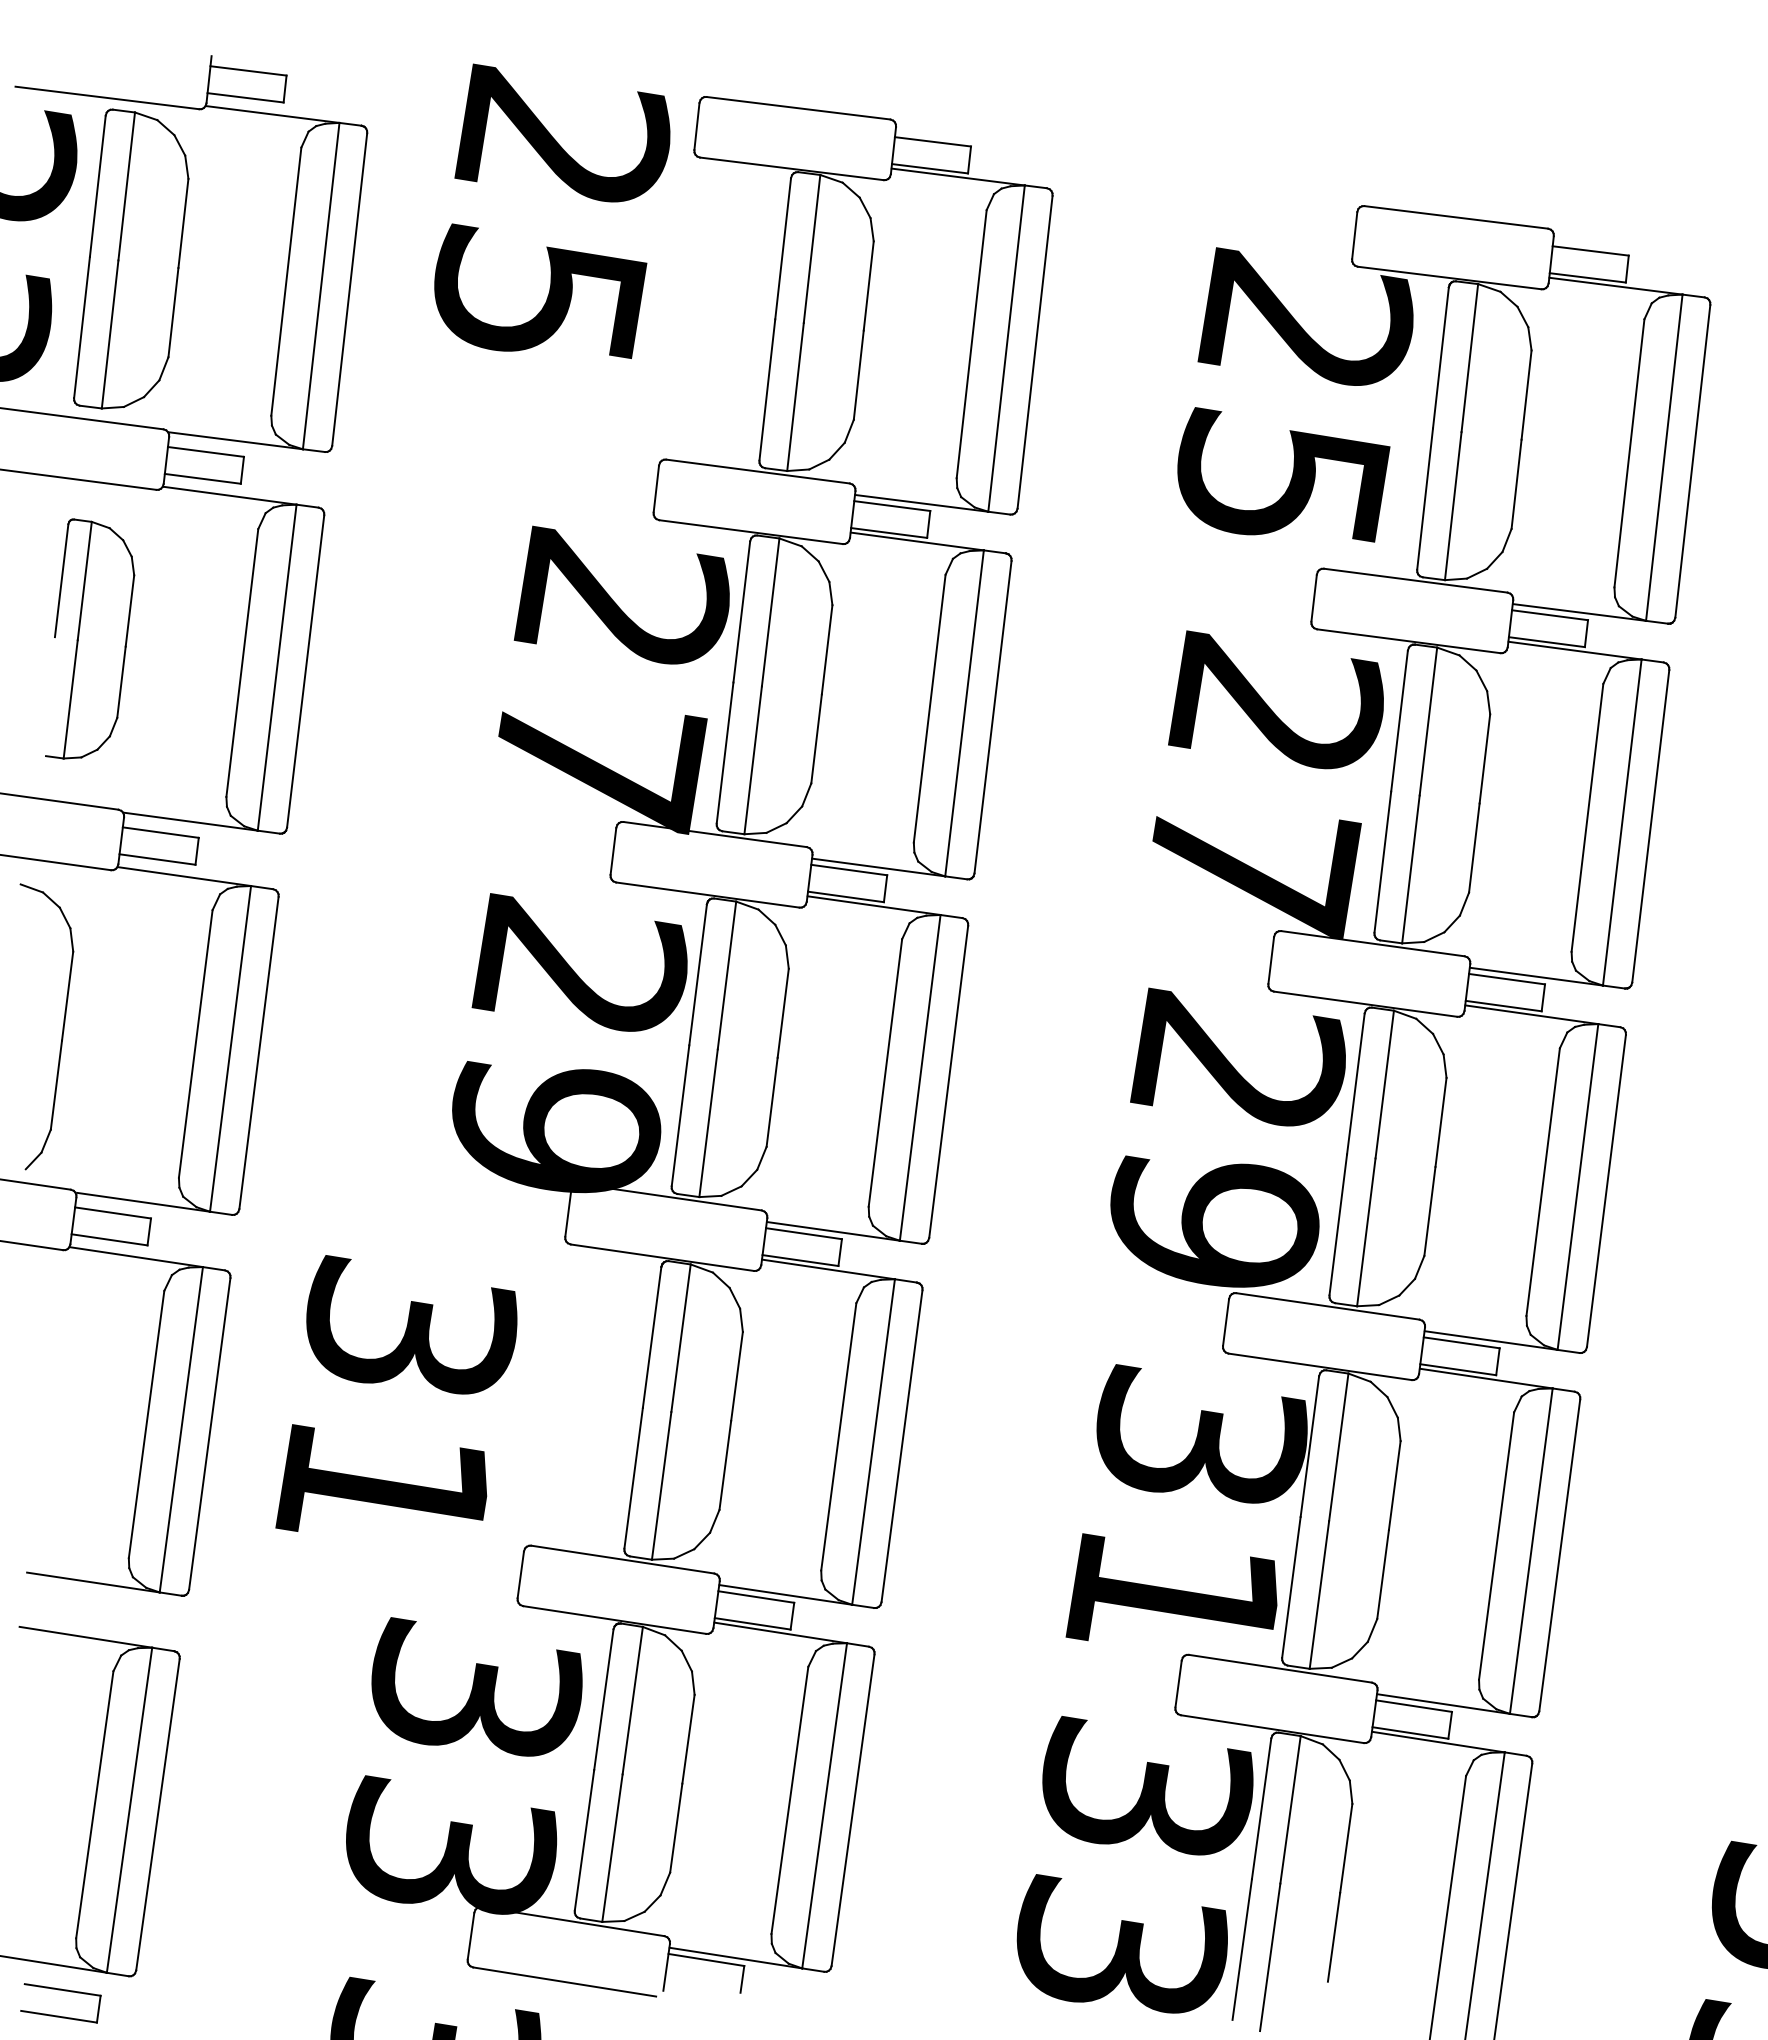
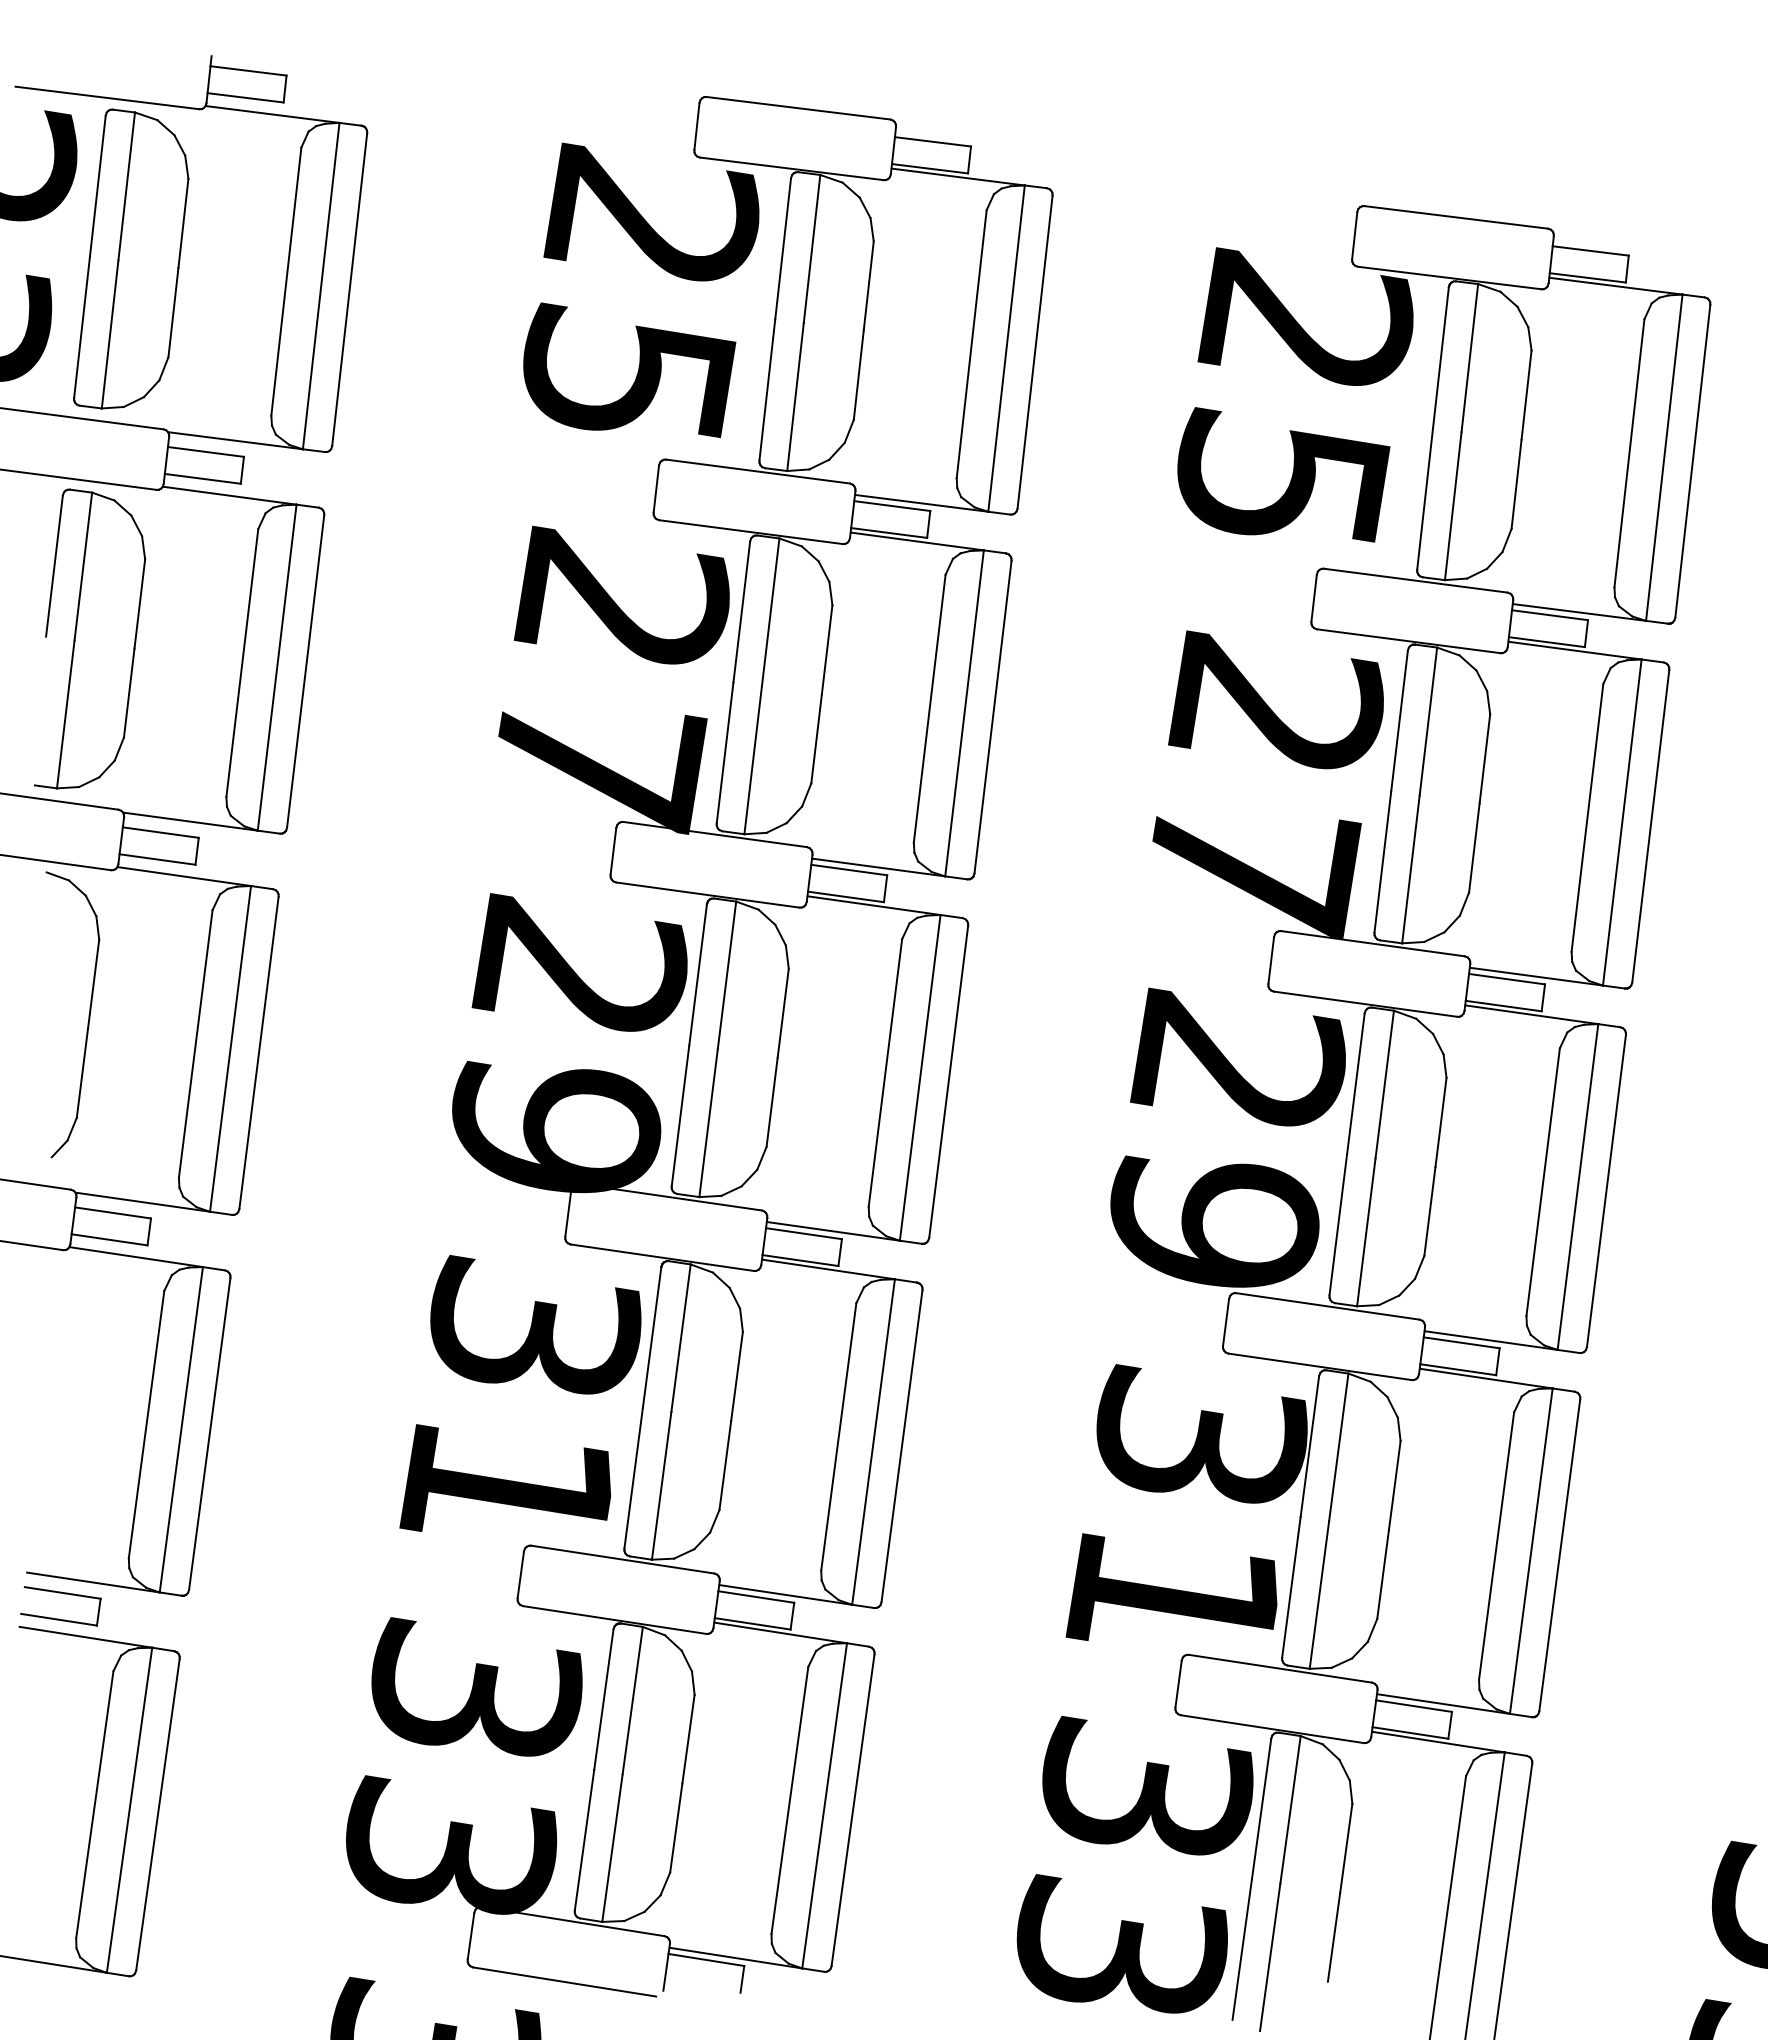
text at (552, 210) position: (552, 210) -> (641, 289)
part at (90, 638) size: 91x242 px -> 113x302 px
part at (62, 1026) position: (62, 1026) -> (88, 1014)
text at (396, 1393) position: (396, 1393) -> (520, 1393)
part at (59, 2015) position: (59, 2015) -> (59, 1618)
